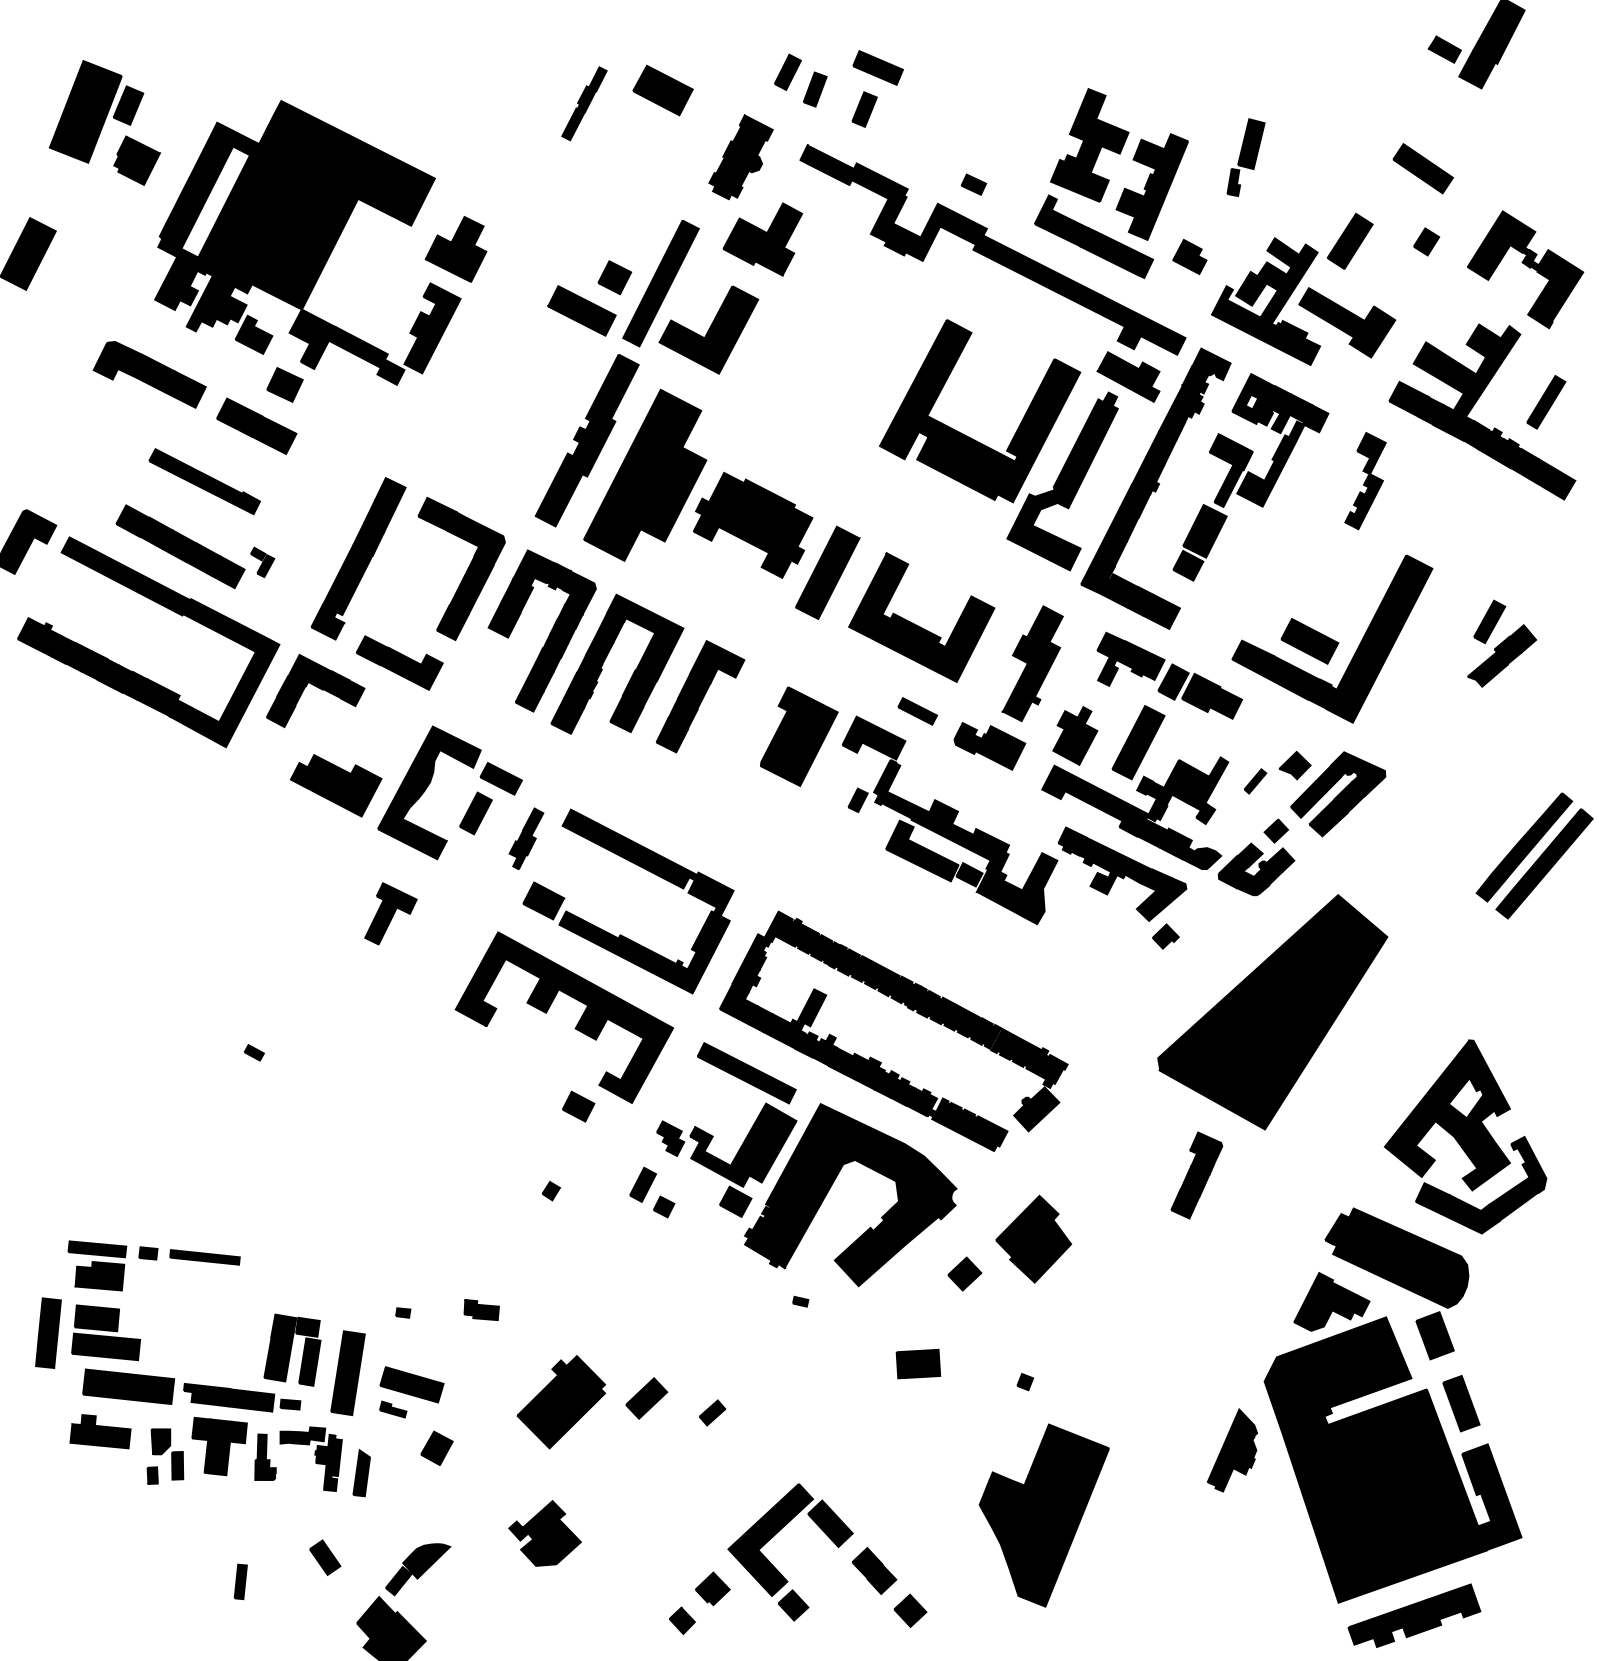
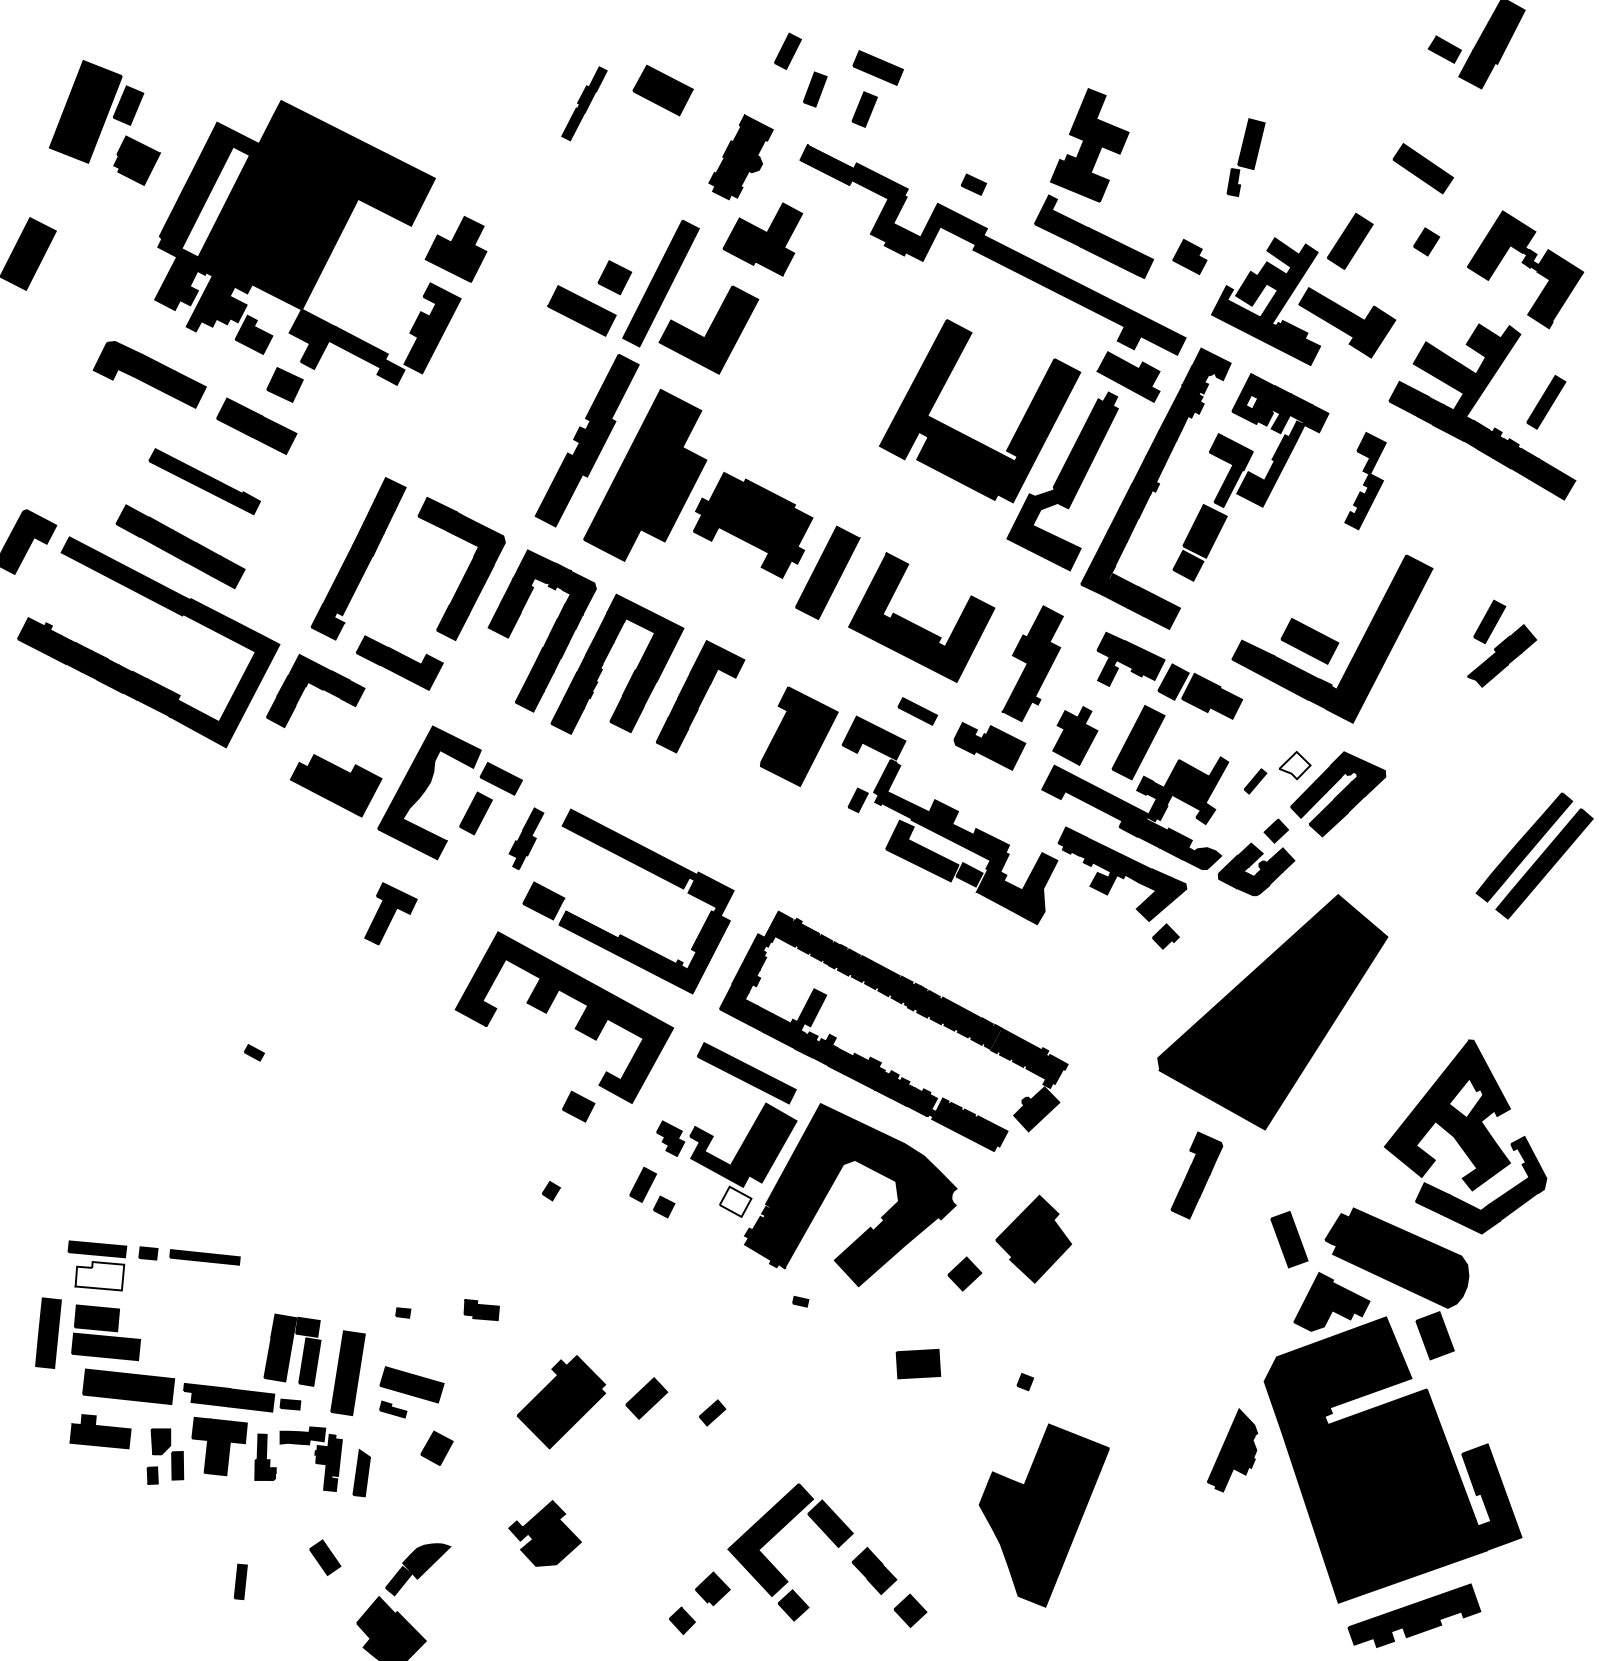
part at (787, 71) position: (787, 71) -> (787, 50)
part at (1151, 186): present -> none
part at (262, 562): present -> none
fill at (1294, 765): present -> none
fill at (735, 1201): present -> none
fill at (99, 1276): present -> none
part at (1461, 1403) position: (1461, 1403) -> (1289, 1239)
